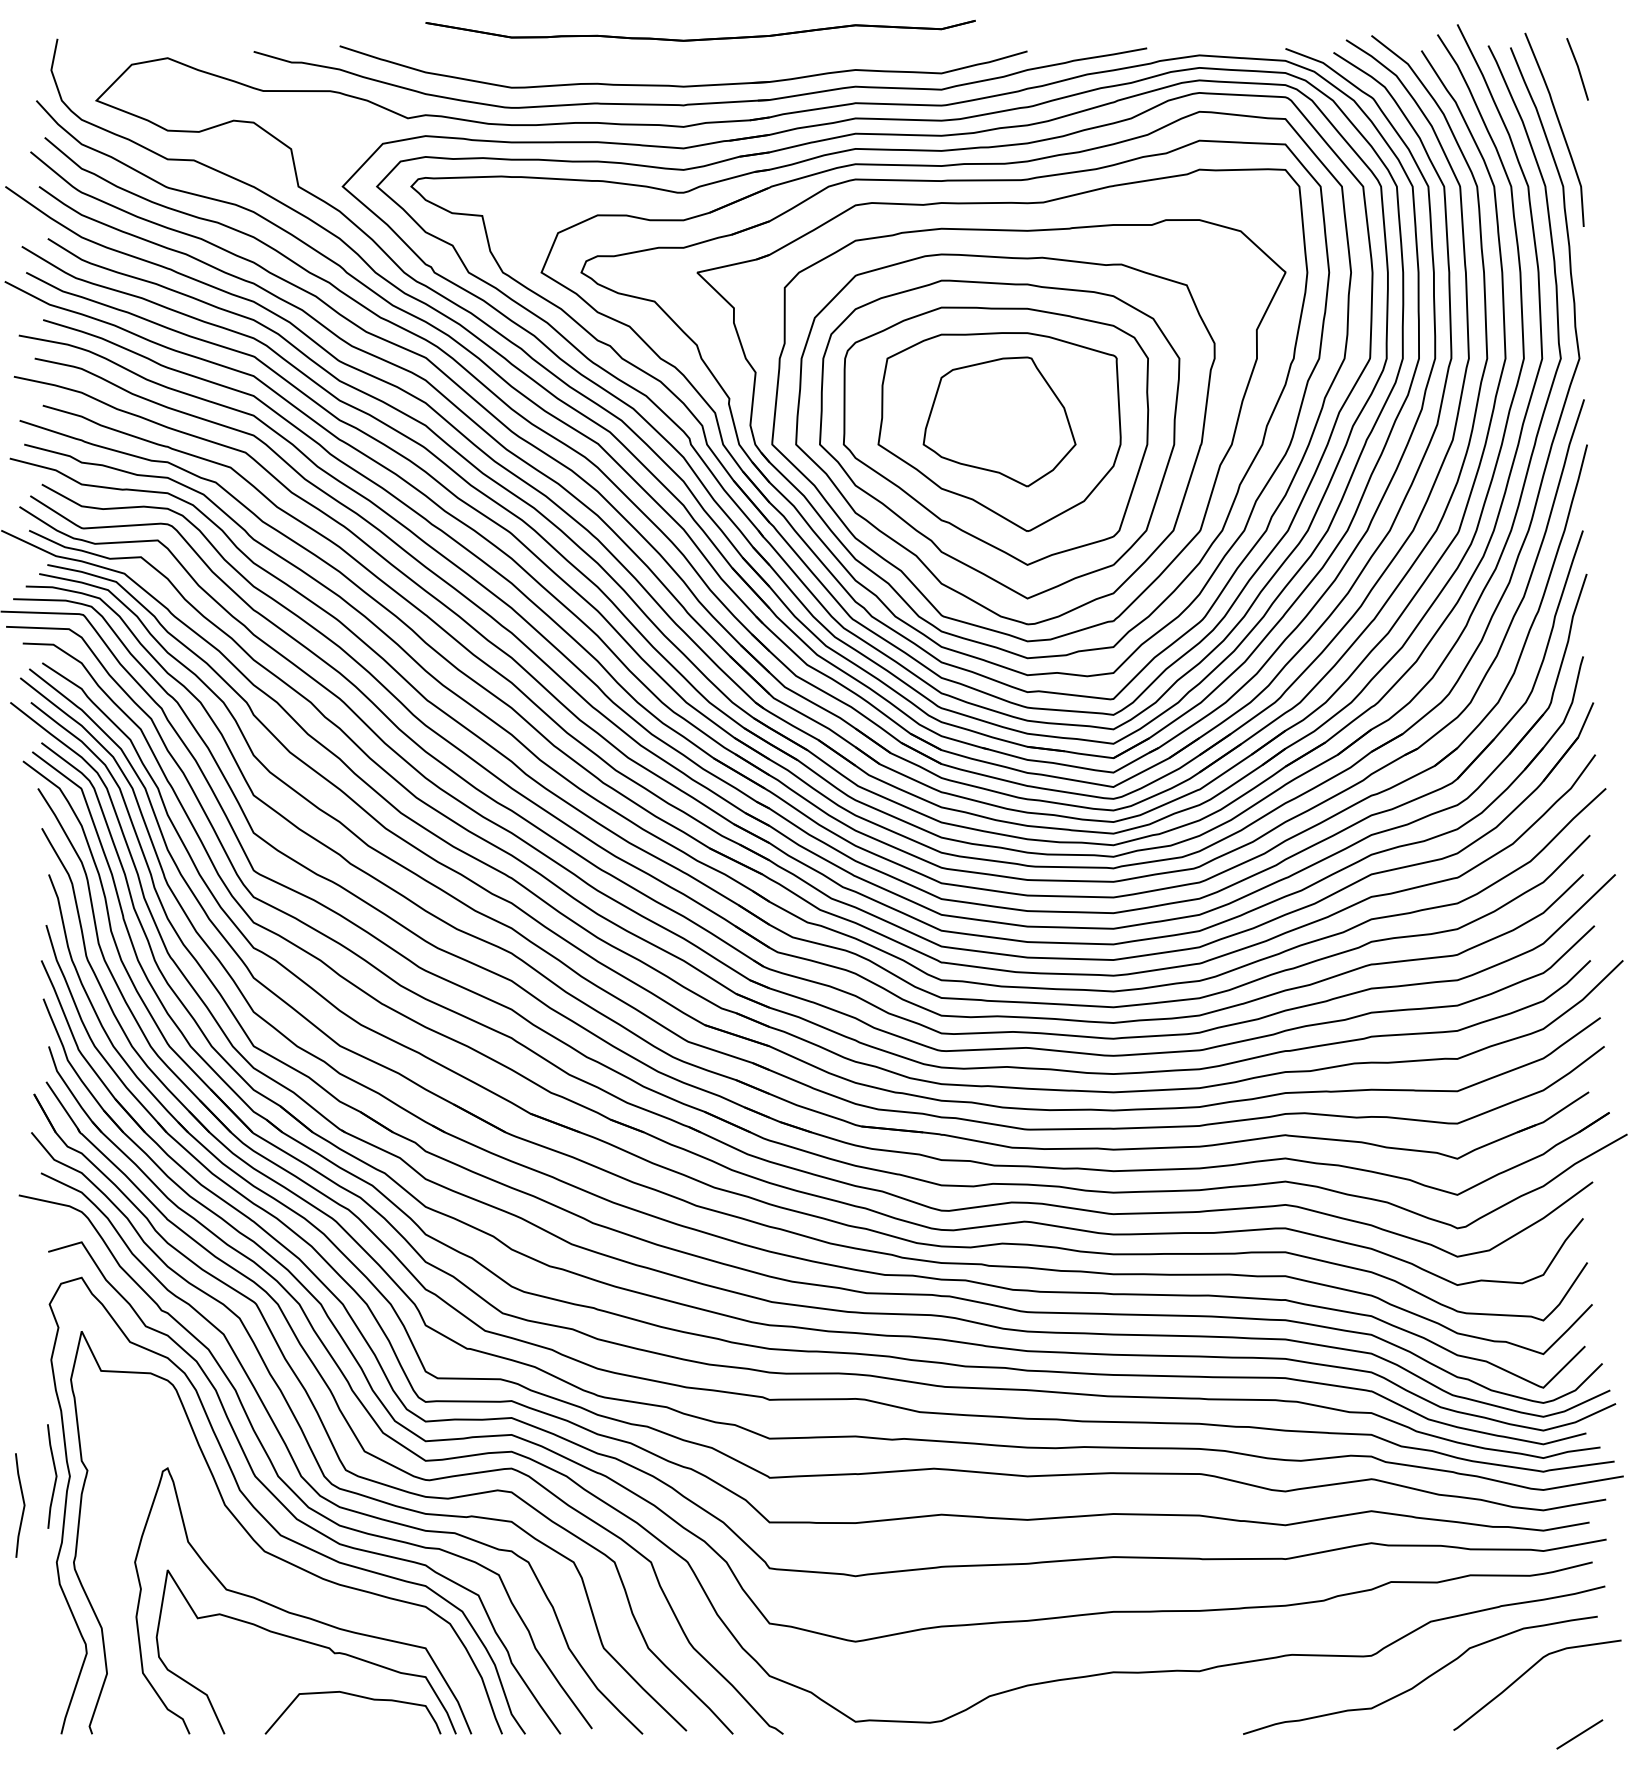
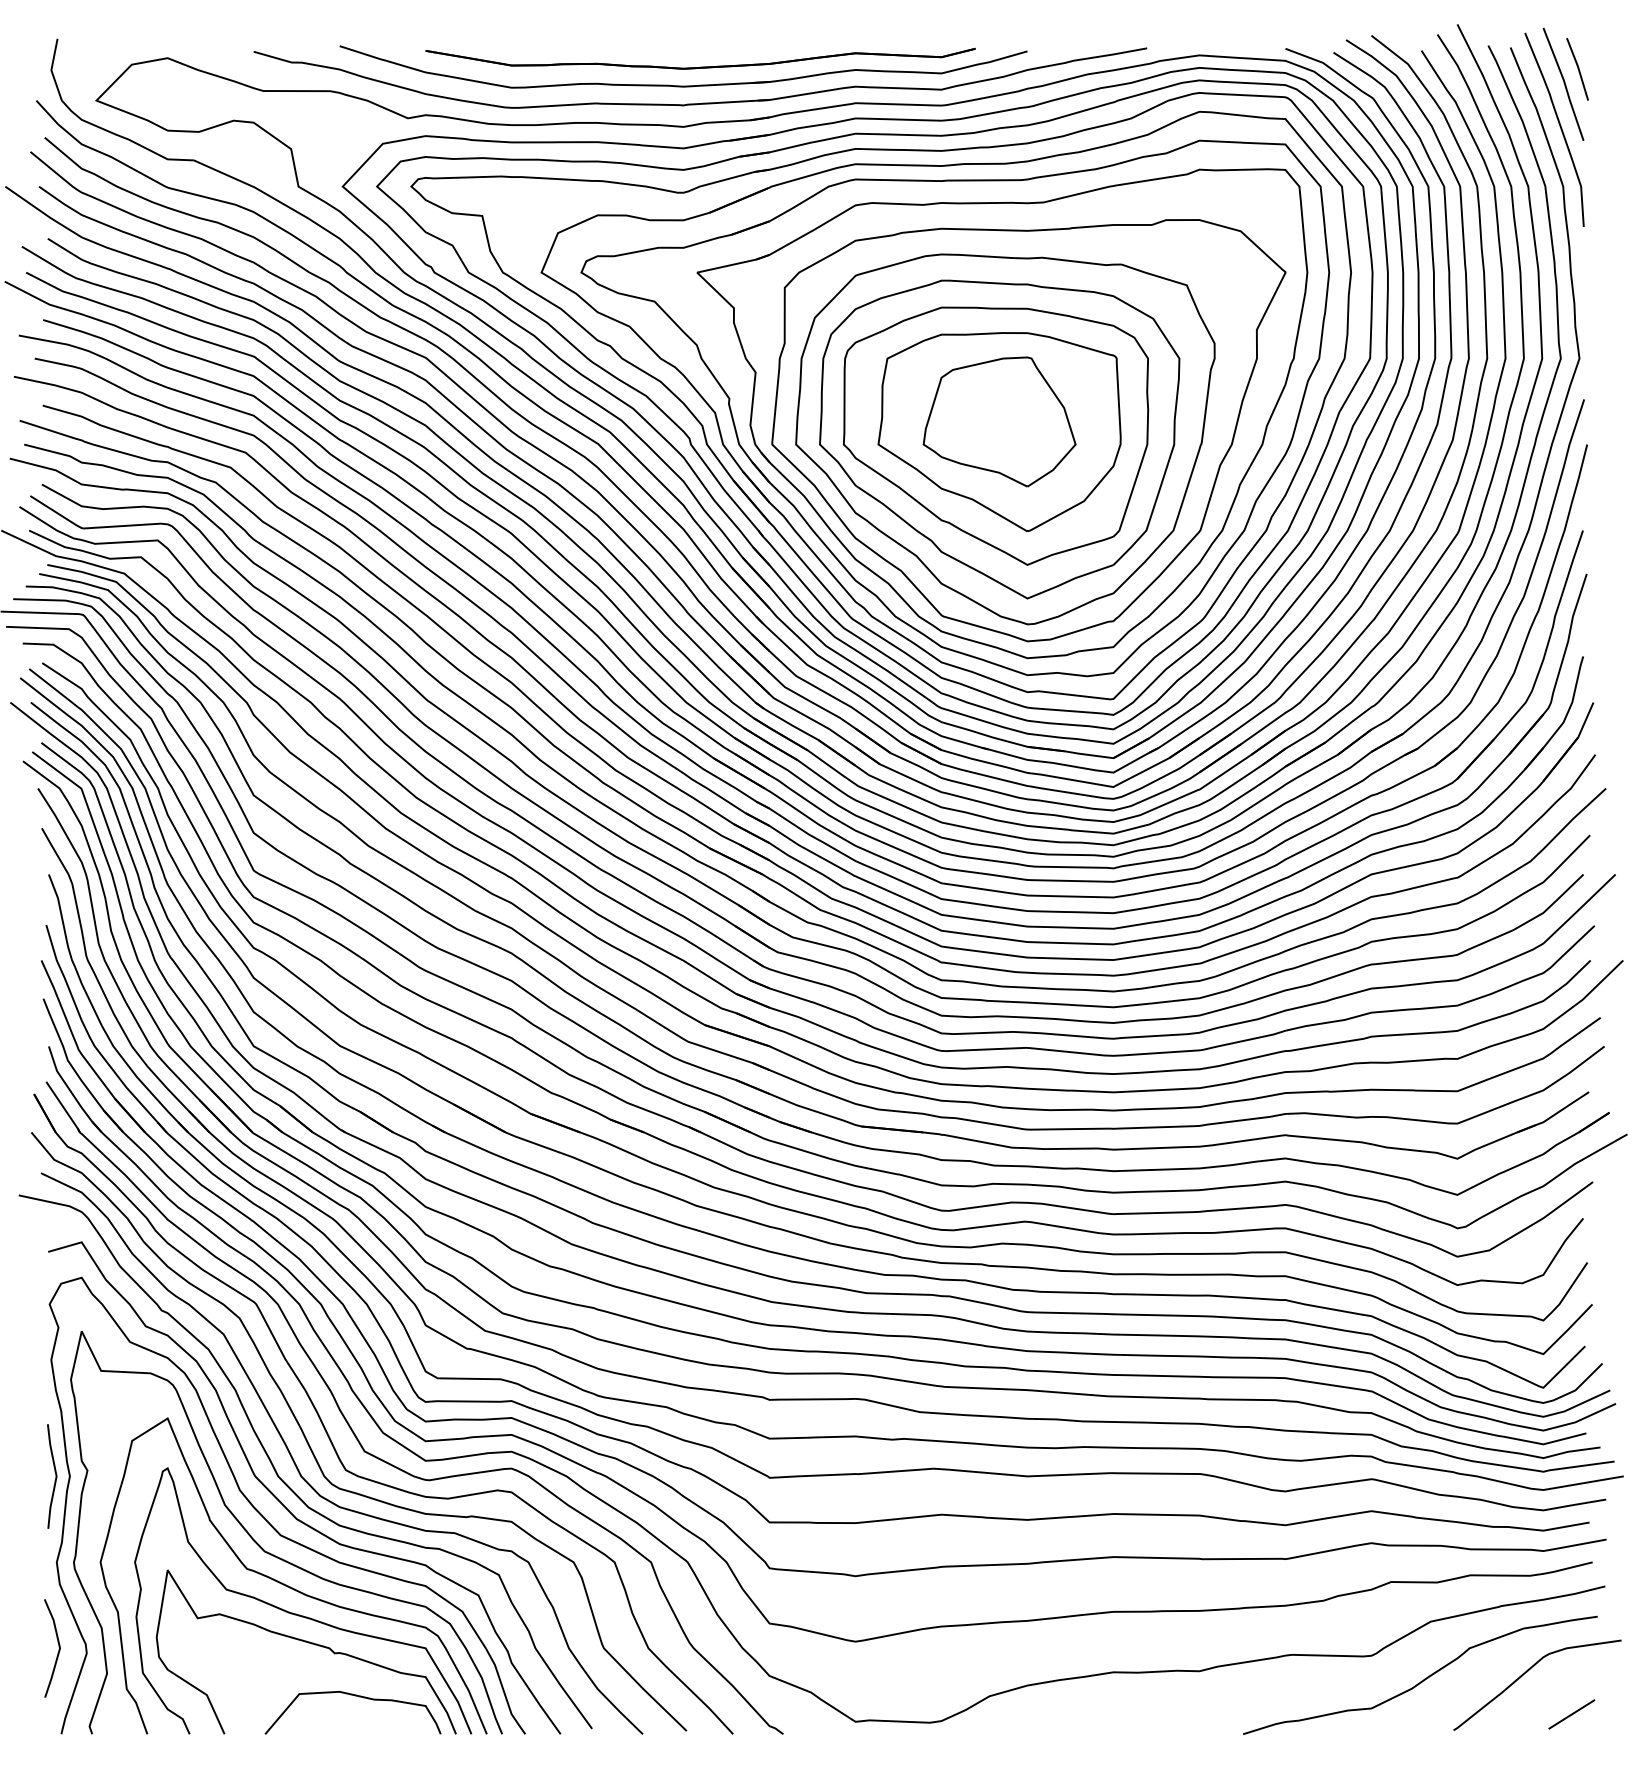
part at (700, 38) position: (700, 38) -> (700, 66)
line at (1563, 83): none -> present
line at (23, 1505): present -> none
curve at (288, 1585): none -> present
line at (58, 1649): none -> present
line at (1579, 1734) position: (1579, 1734) -> (1571, 1714)
